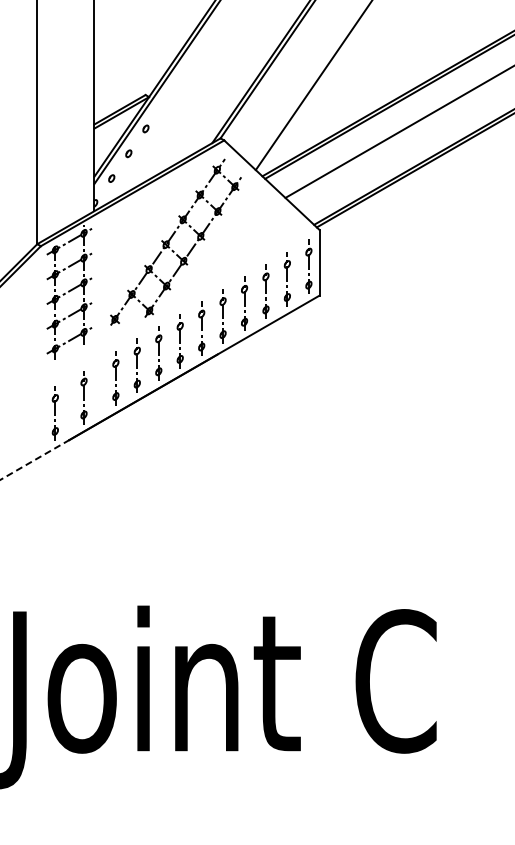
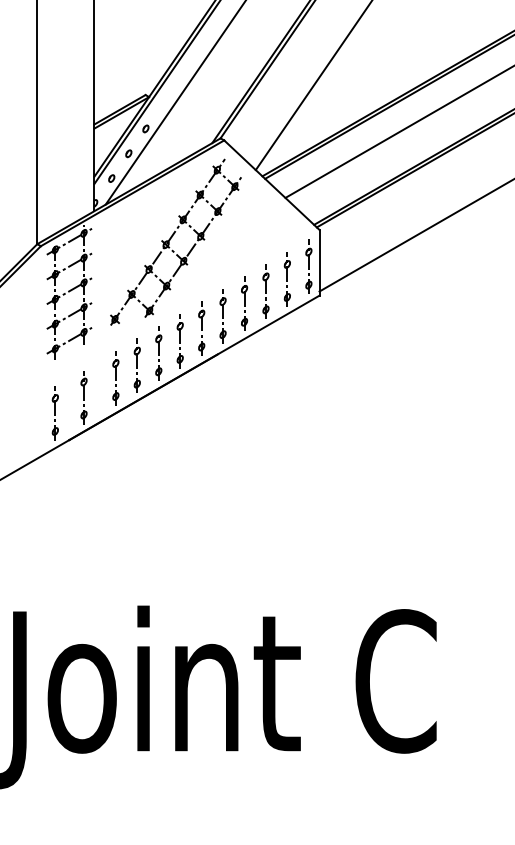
line at (174, 103): none -> present
line at (415, 235): none -> present
line at (34, 459): dashed -> solid
